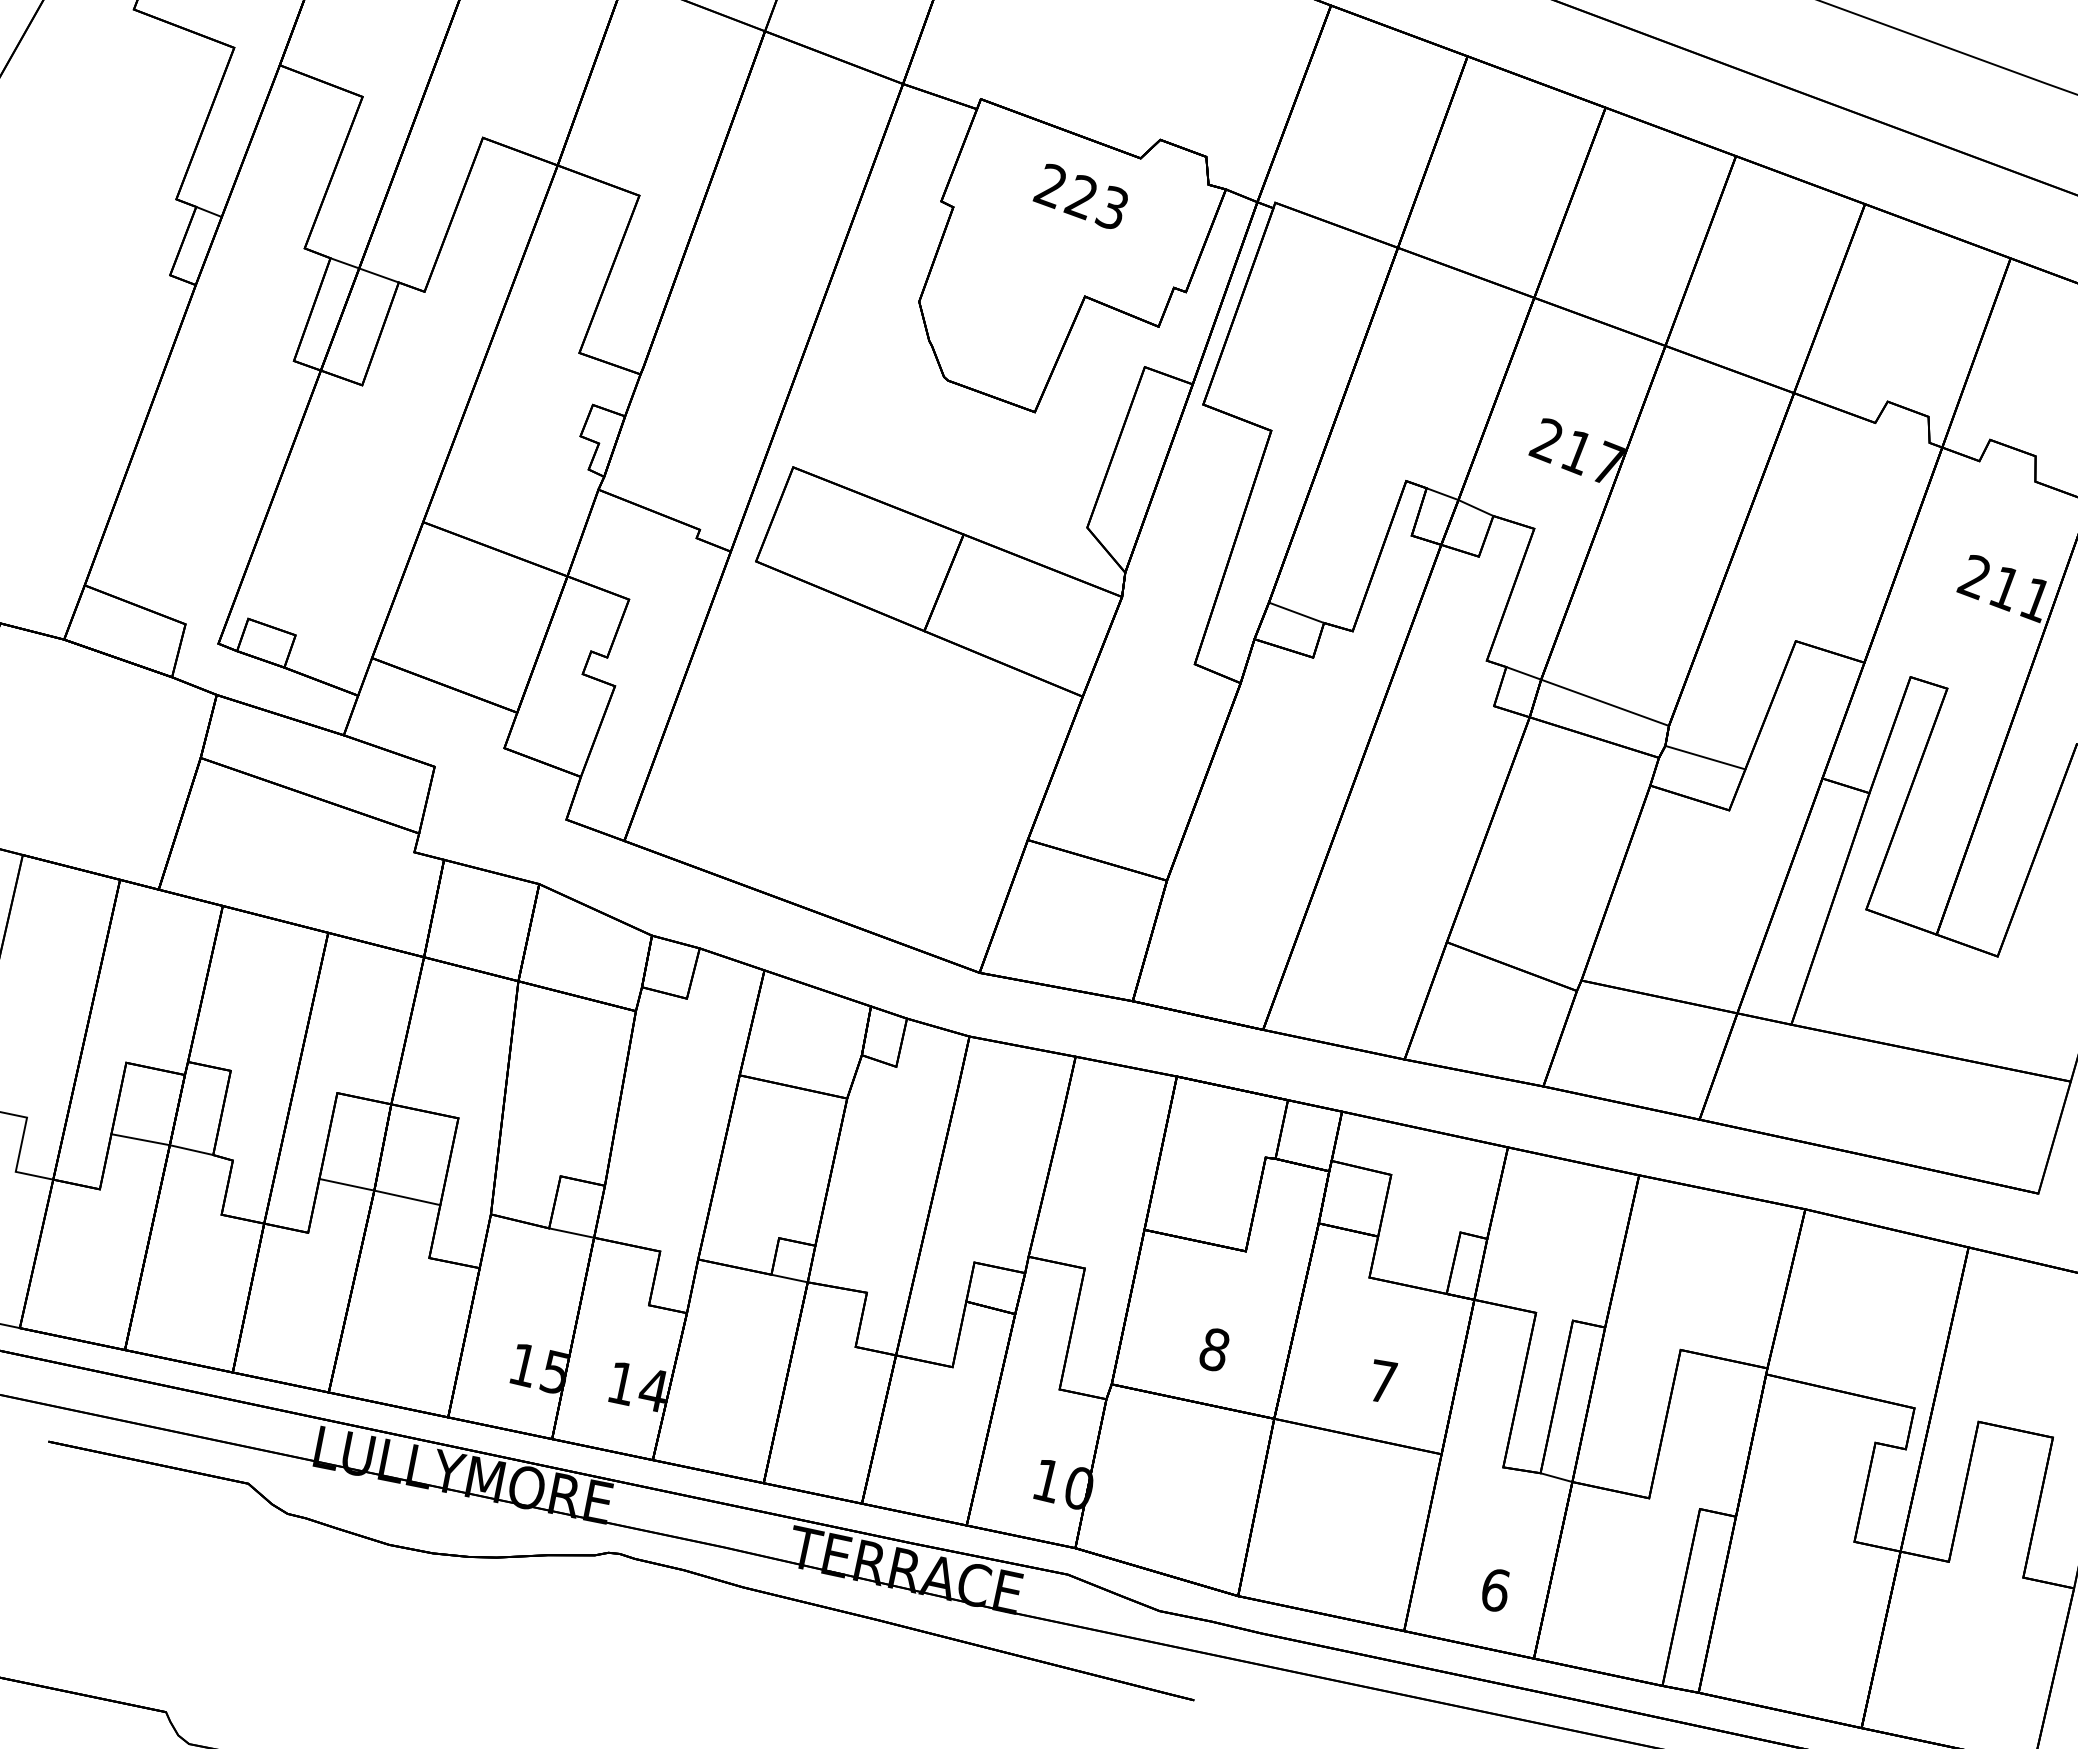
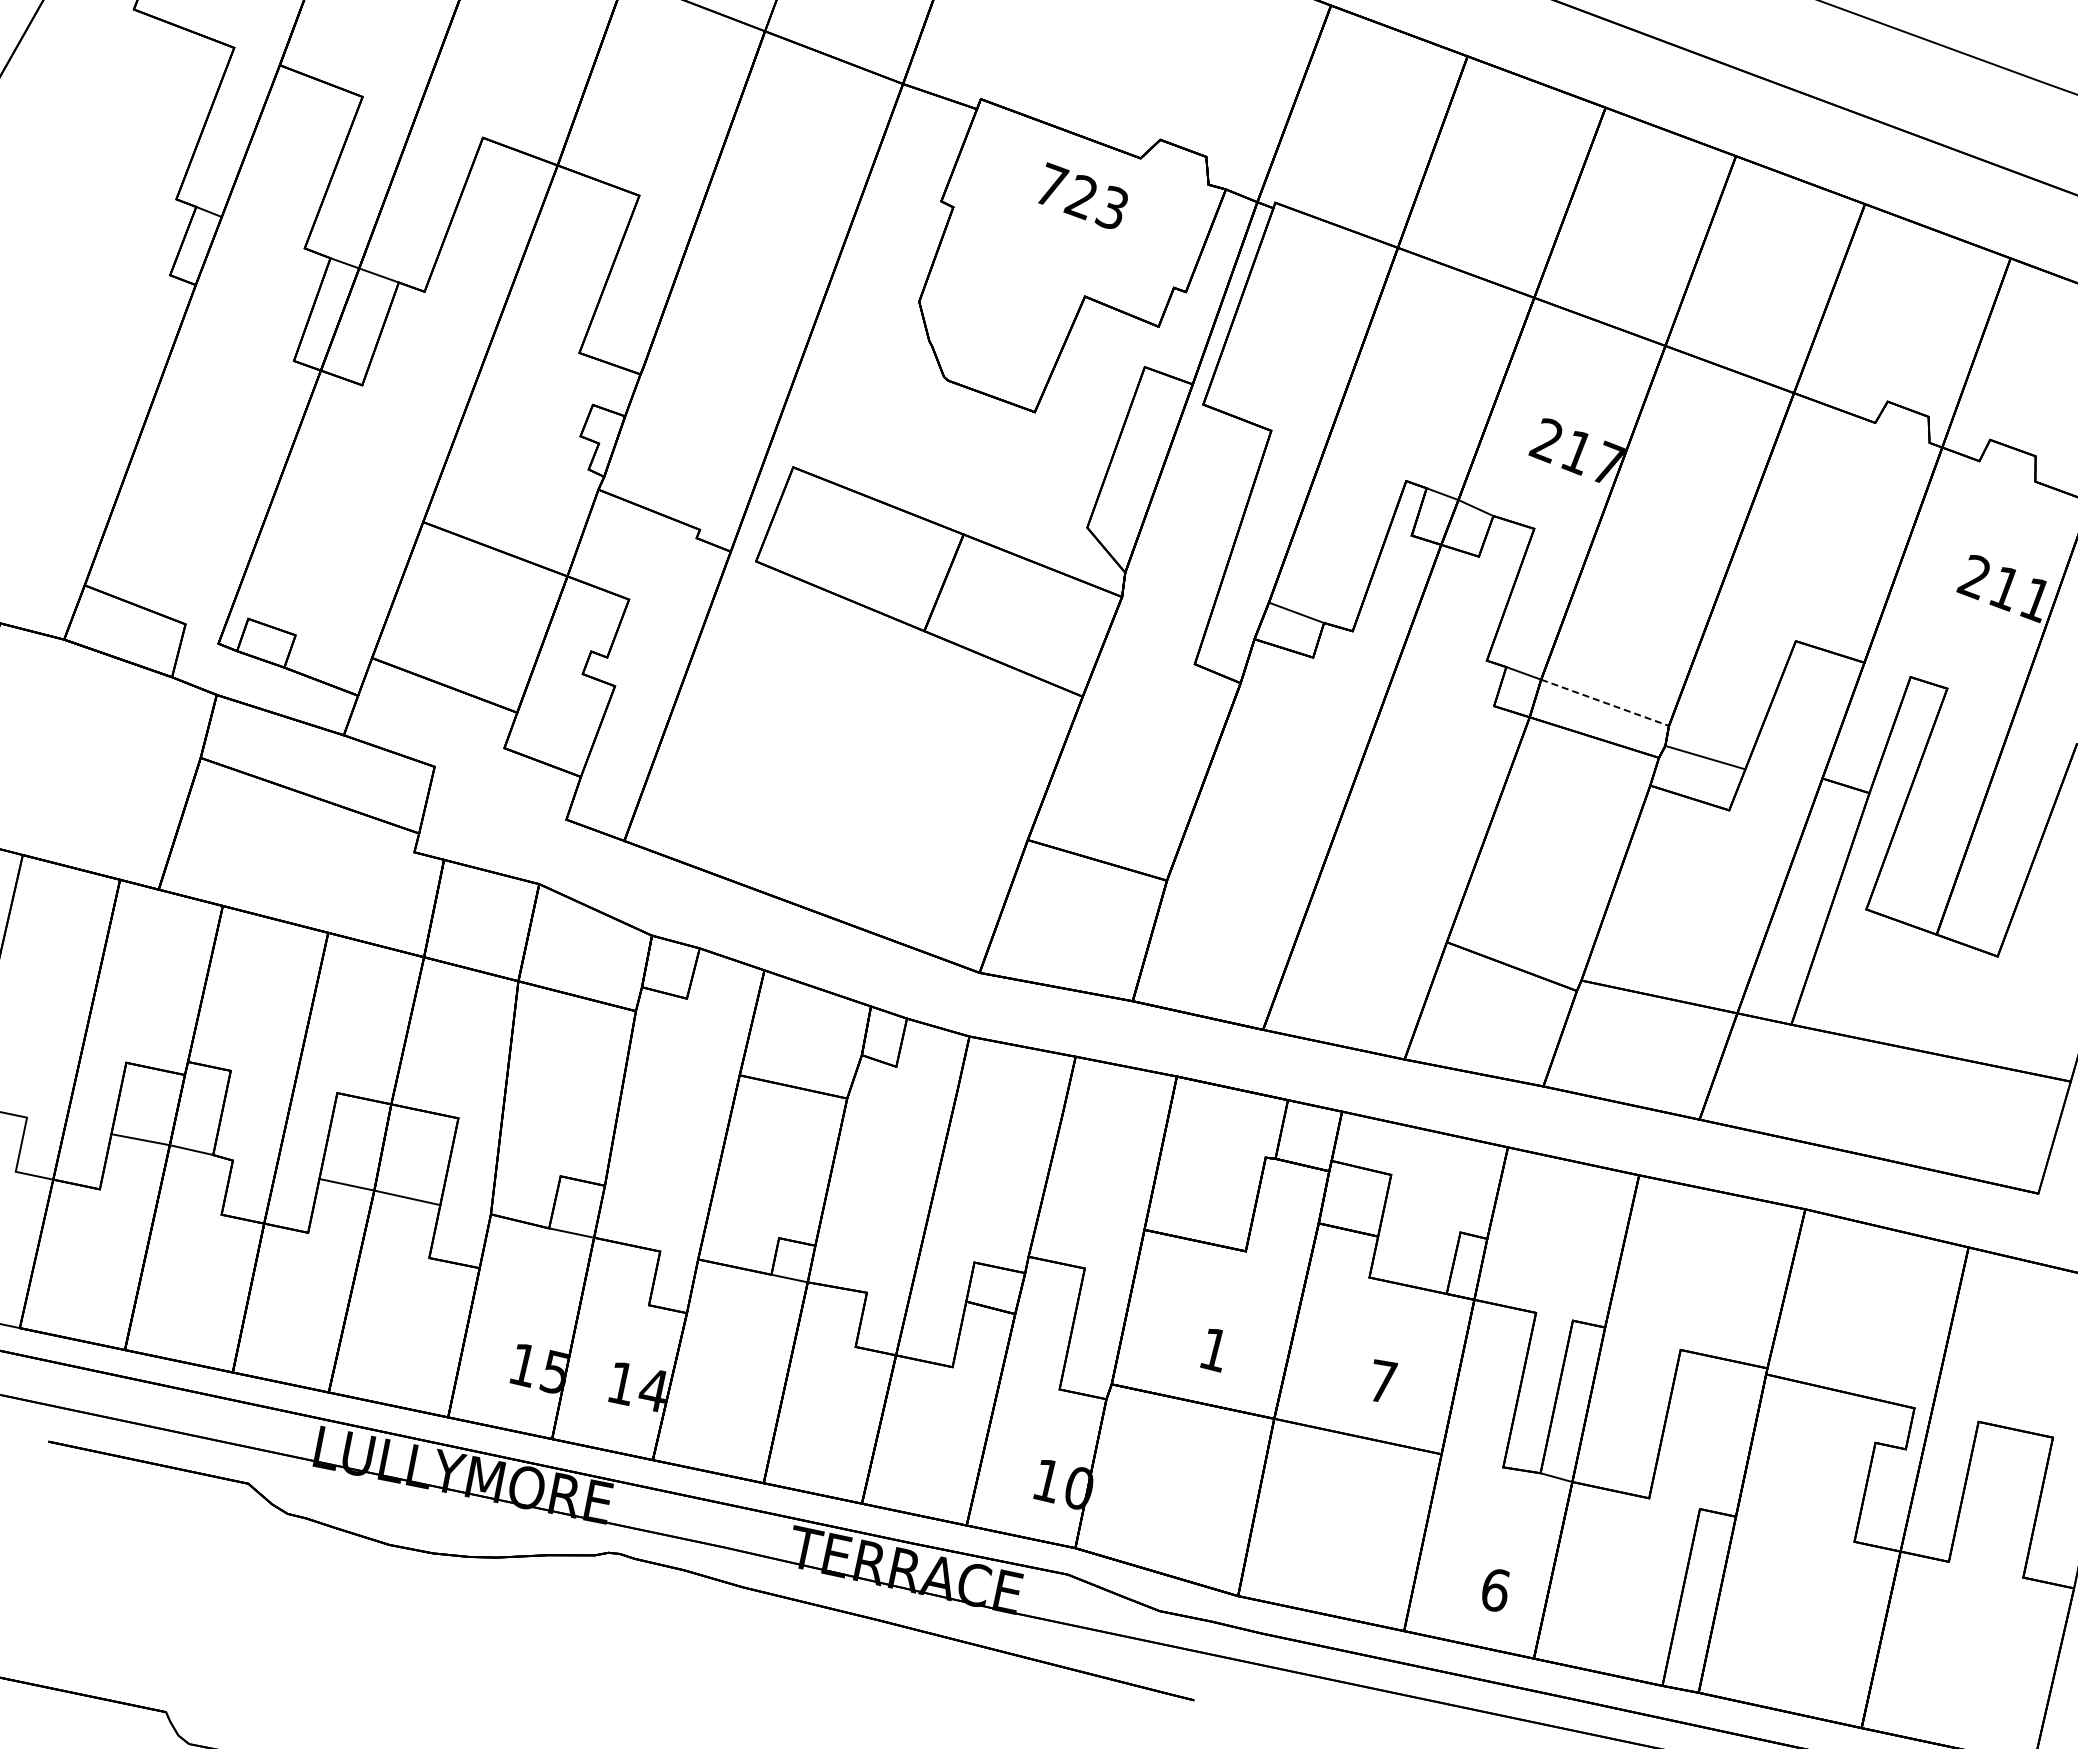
text at (1050, 185): 223 -> 723
line at (1605, 702): solid -> dashed
text at (1214, 1350): 8 -> 1
